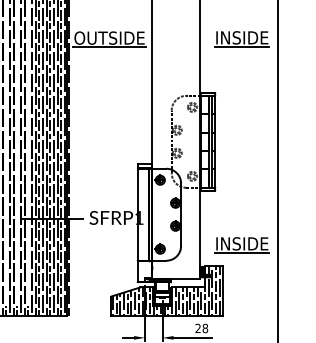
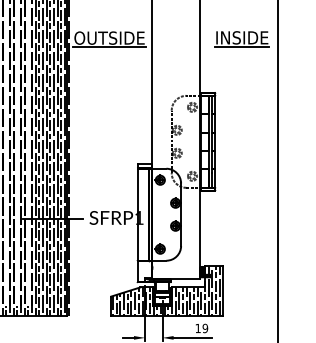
part at (241, 245): present -> none
text at (201, 328): 28 -> 19
